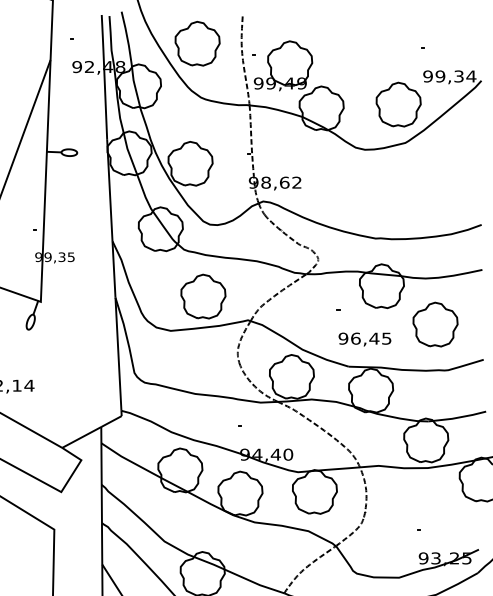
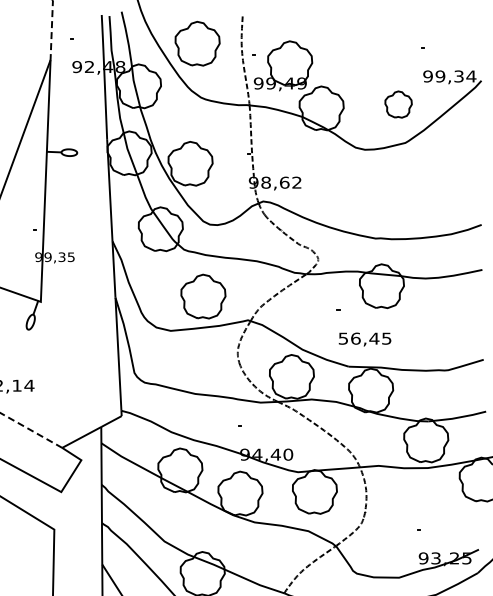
line at (51, 29): solid -> dashed
part at (398, 104) size: 47x47 px -> 29x29 px
part at (435, 324): present -> none
text at (343, 338): 96,45 -> 56,45
line at (31, 430): solid -> dashed
